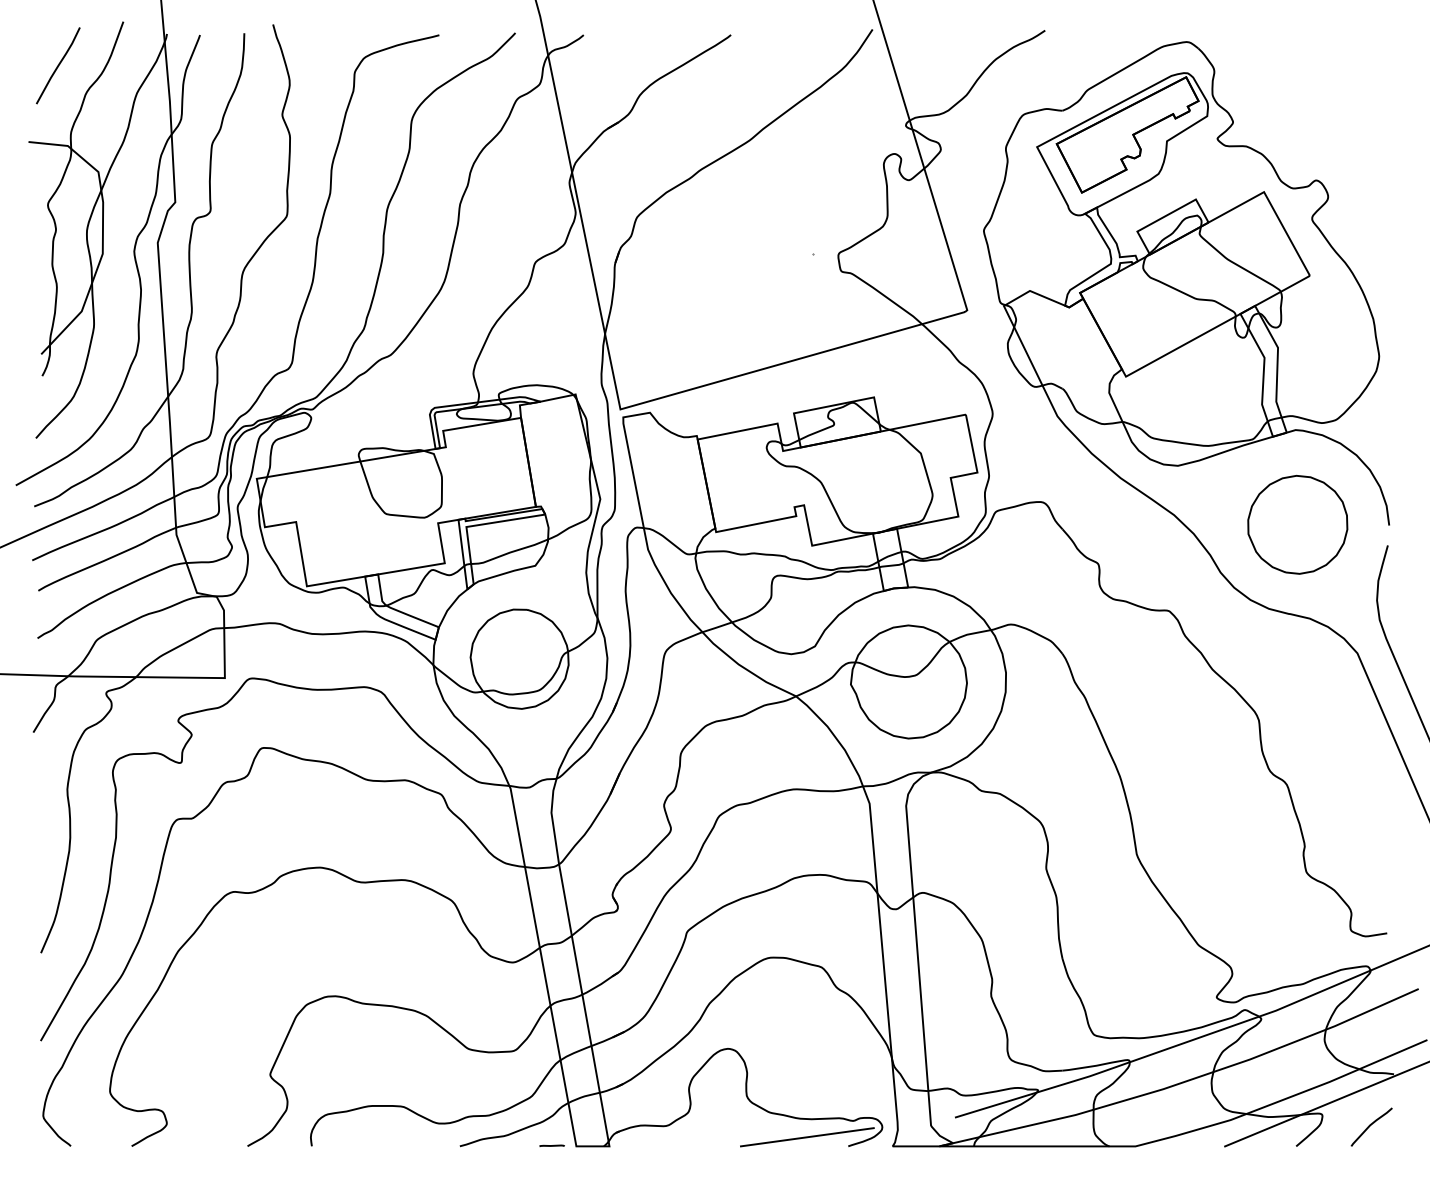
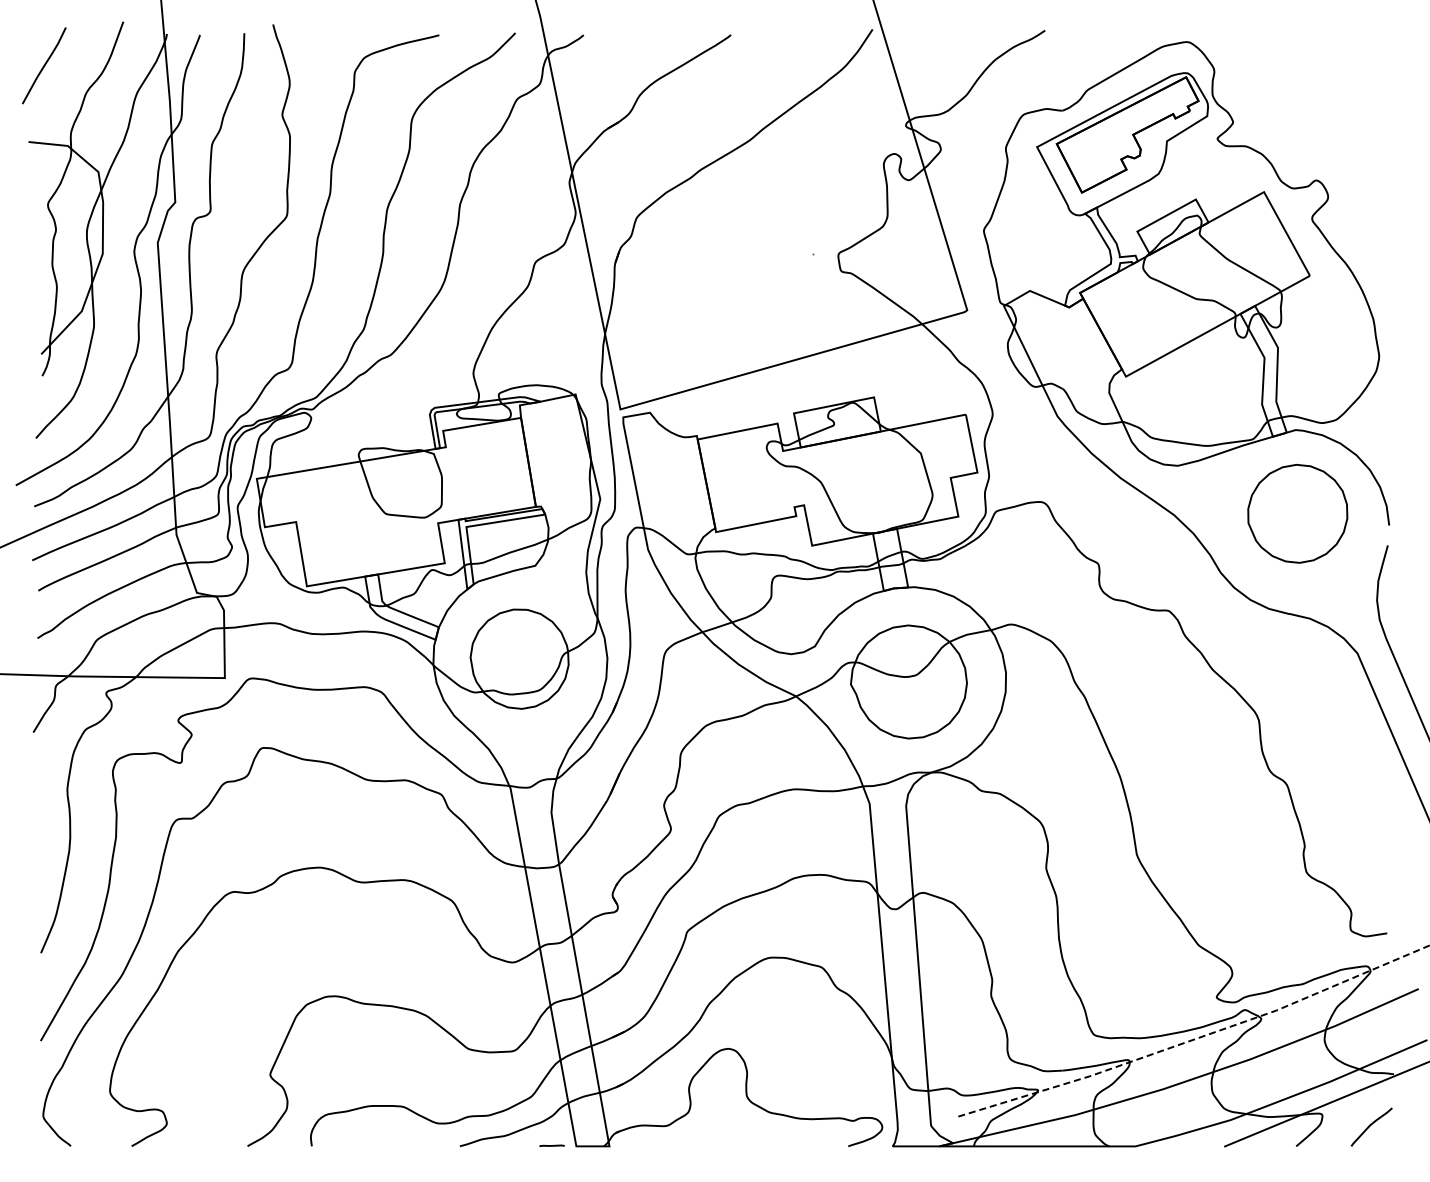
curve at (58, 65) position: (58, 65) -> (44, 65)
part at (1297, 524) position: (1297, 524) -> (1297, 513)
line at (1194, 1039): solid -> dashed
line at (806, 1137): present -> none
